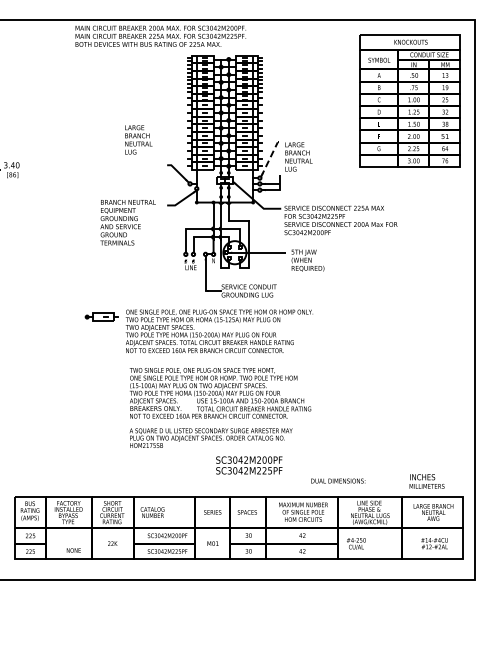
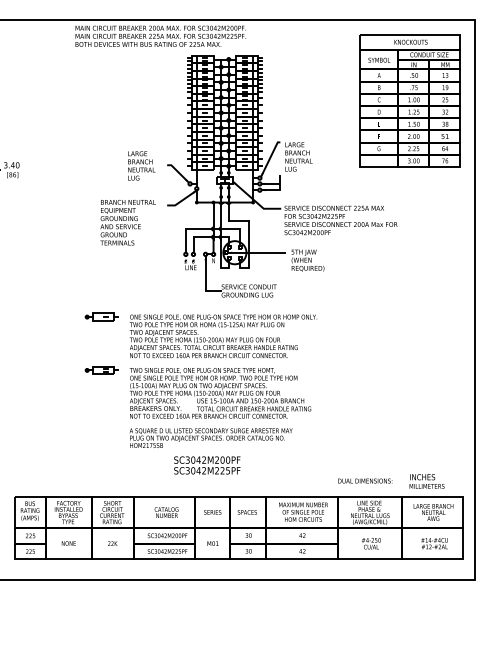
text at (138, 139) position: (138, 139) -> (141, 165)
line at (270, 157): dashed -> solid
text at (218, 331) position: (218, 331) -> (222, 336)
part at (101, 370): none -> present
text at (249, 465) position: (249, 465) -> (207, 465)
text at (338, 480) position: (338, 480) -> (365, 480)
text at (152, 512) position: (152, 512) -> (166, 512)
text at (356, 543) position: (356, 543) -> (371, 543)
text at (73, 550) position: (73, 550) -> (68, 543)
